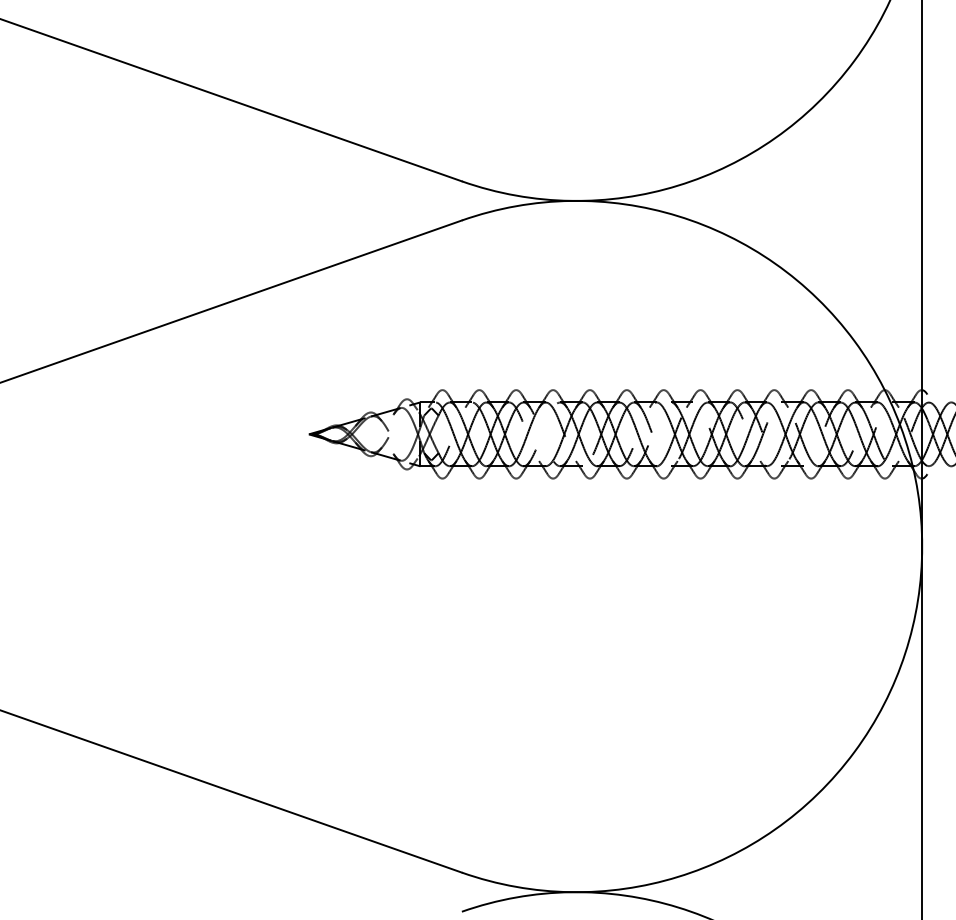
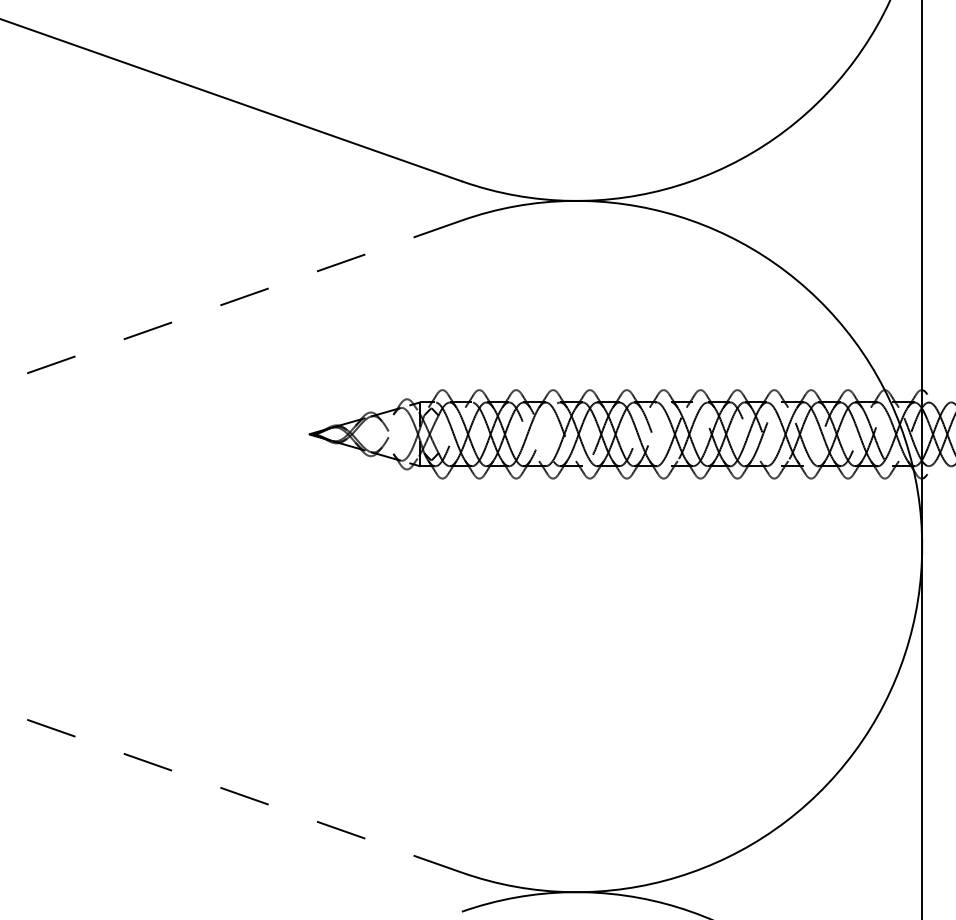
line at (230, 301): solid -> dashed
line at (230, 791): solid -> dashed
